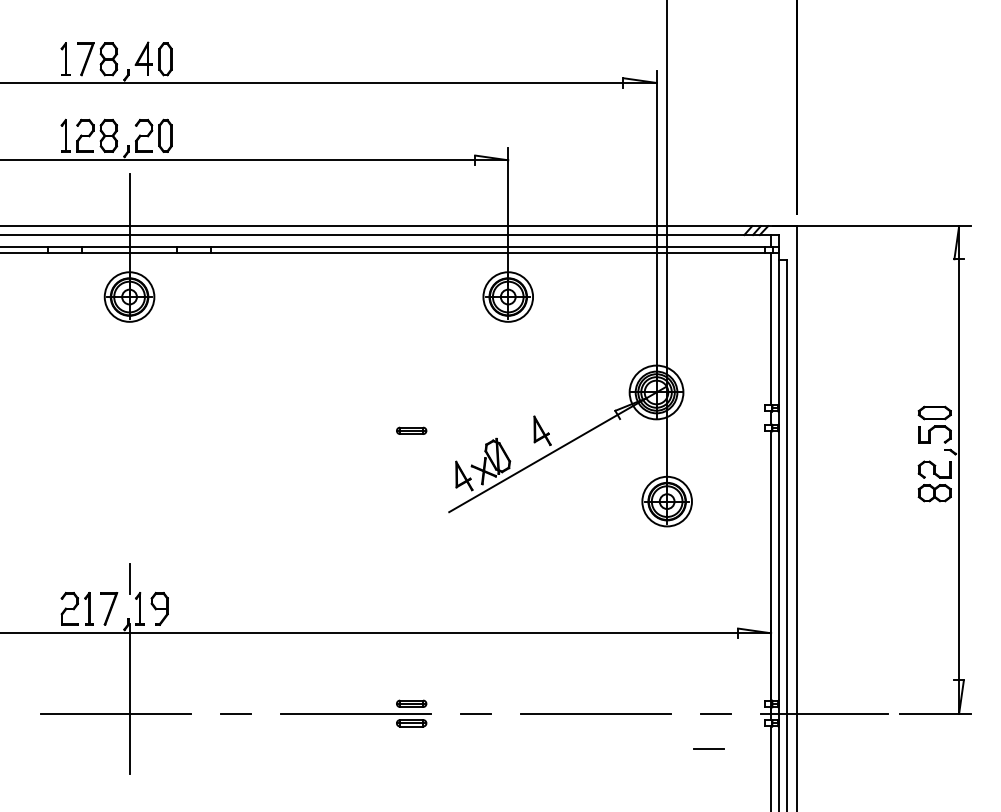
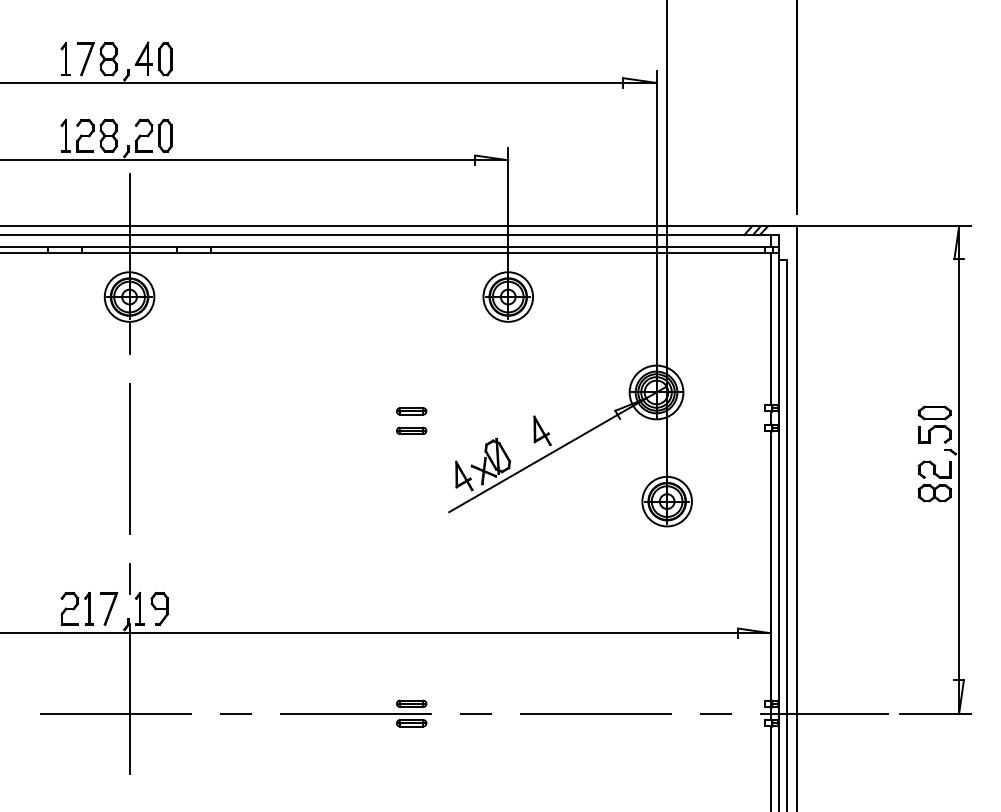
line at (129, 339): none -> present
part at (411, 411): none -> present
line at (129, 459): none -> present
line at (708, 748): present -> none
